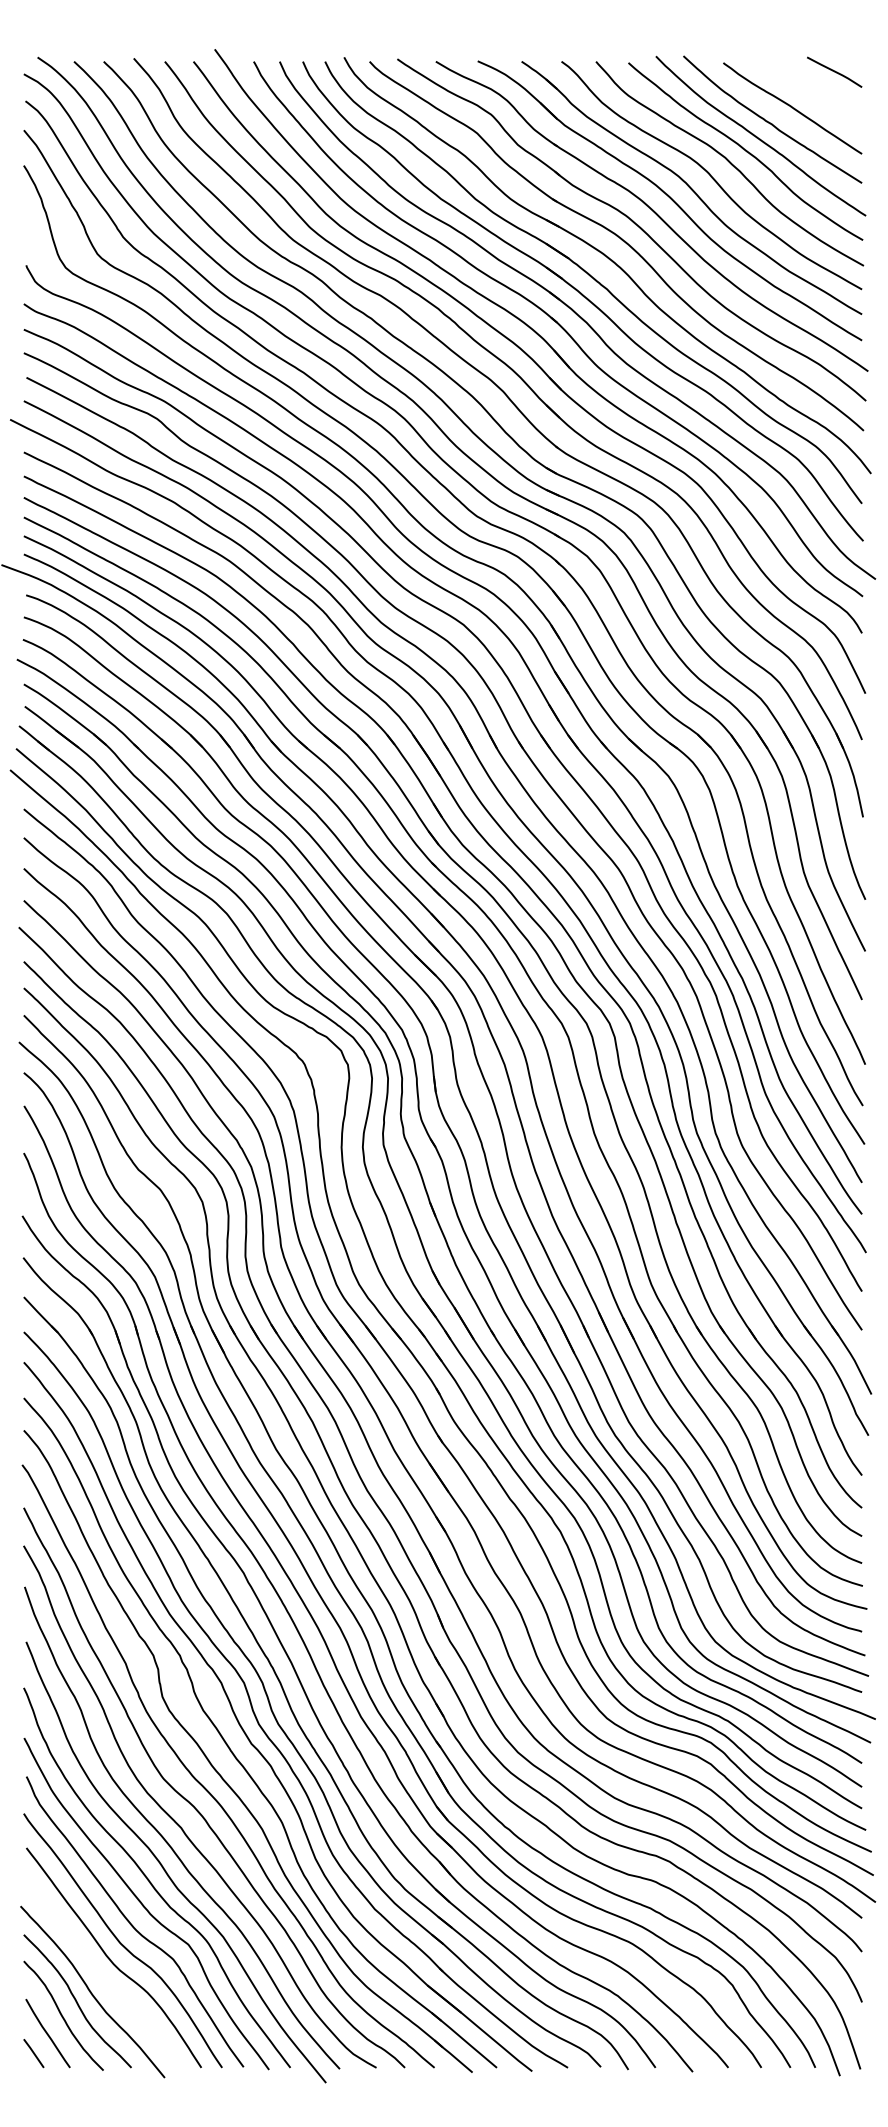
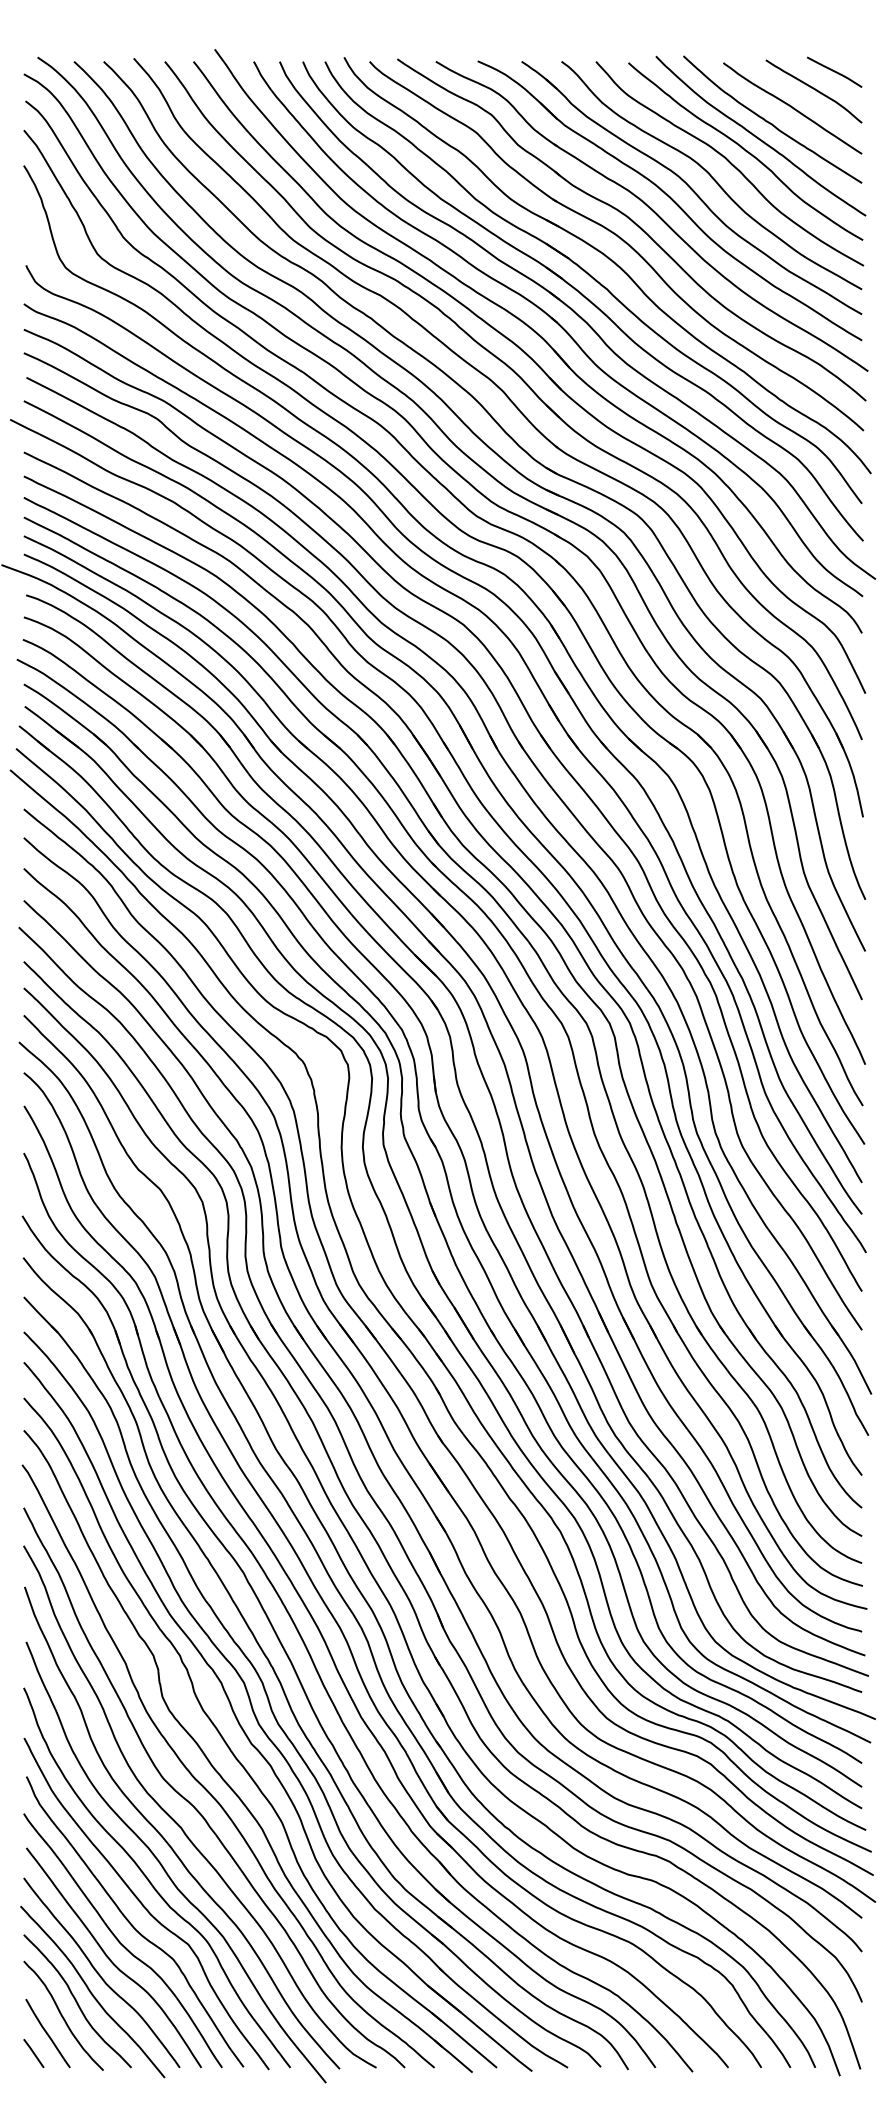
curve at (814, 90): none -> present
curve at (99, 1973): none -> present
